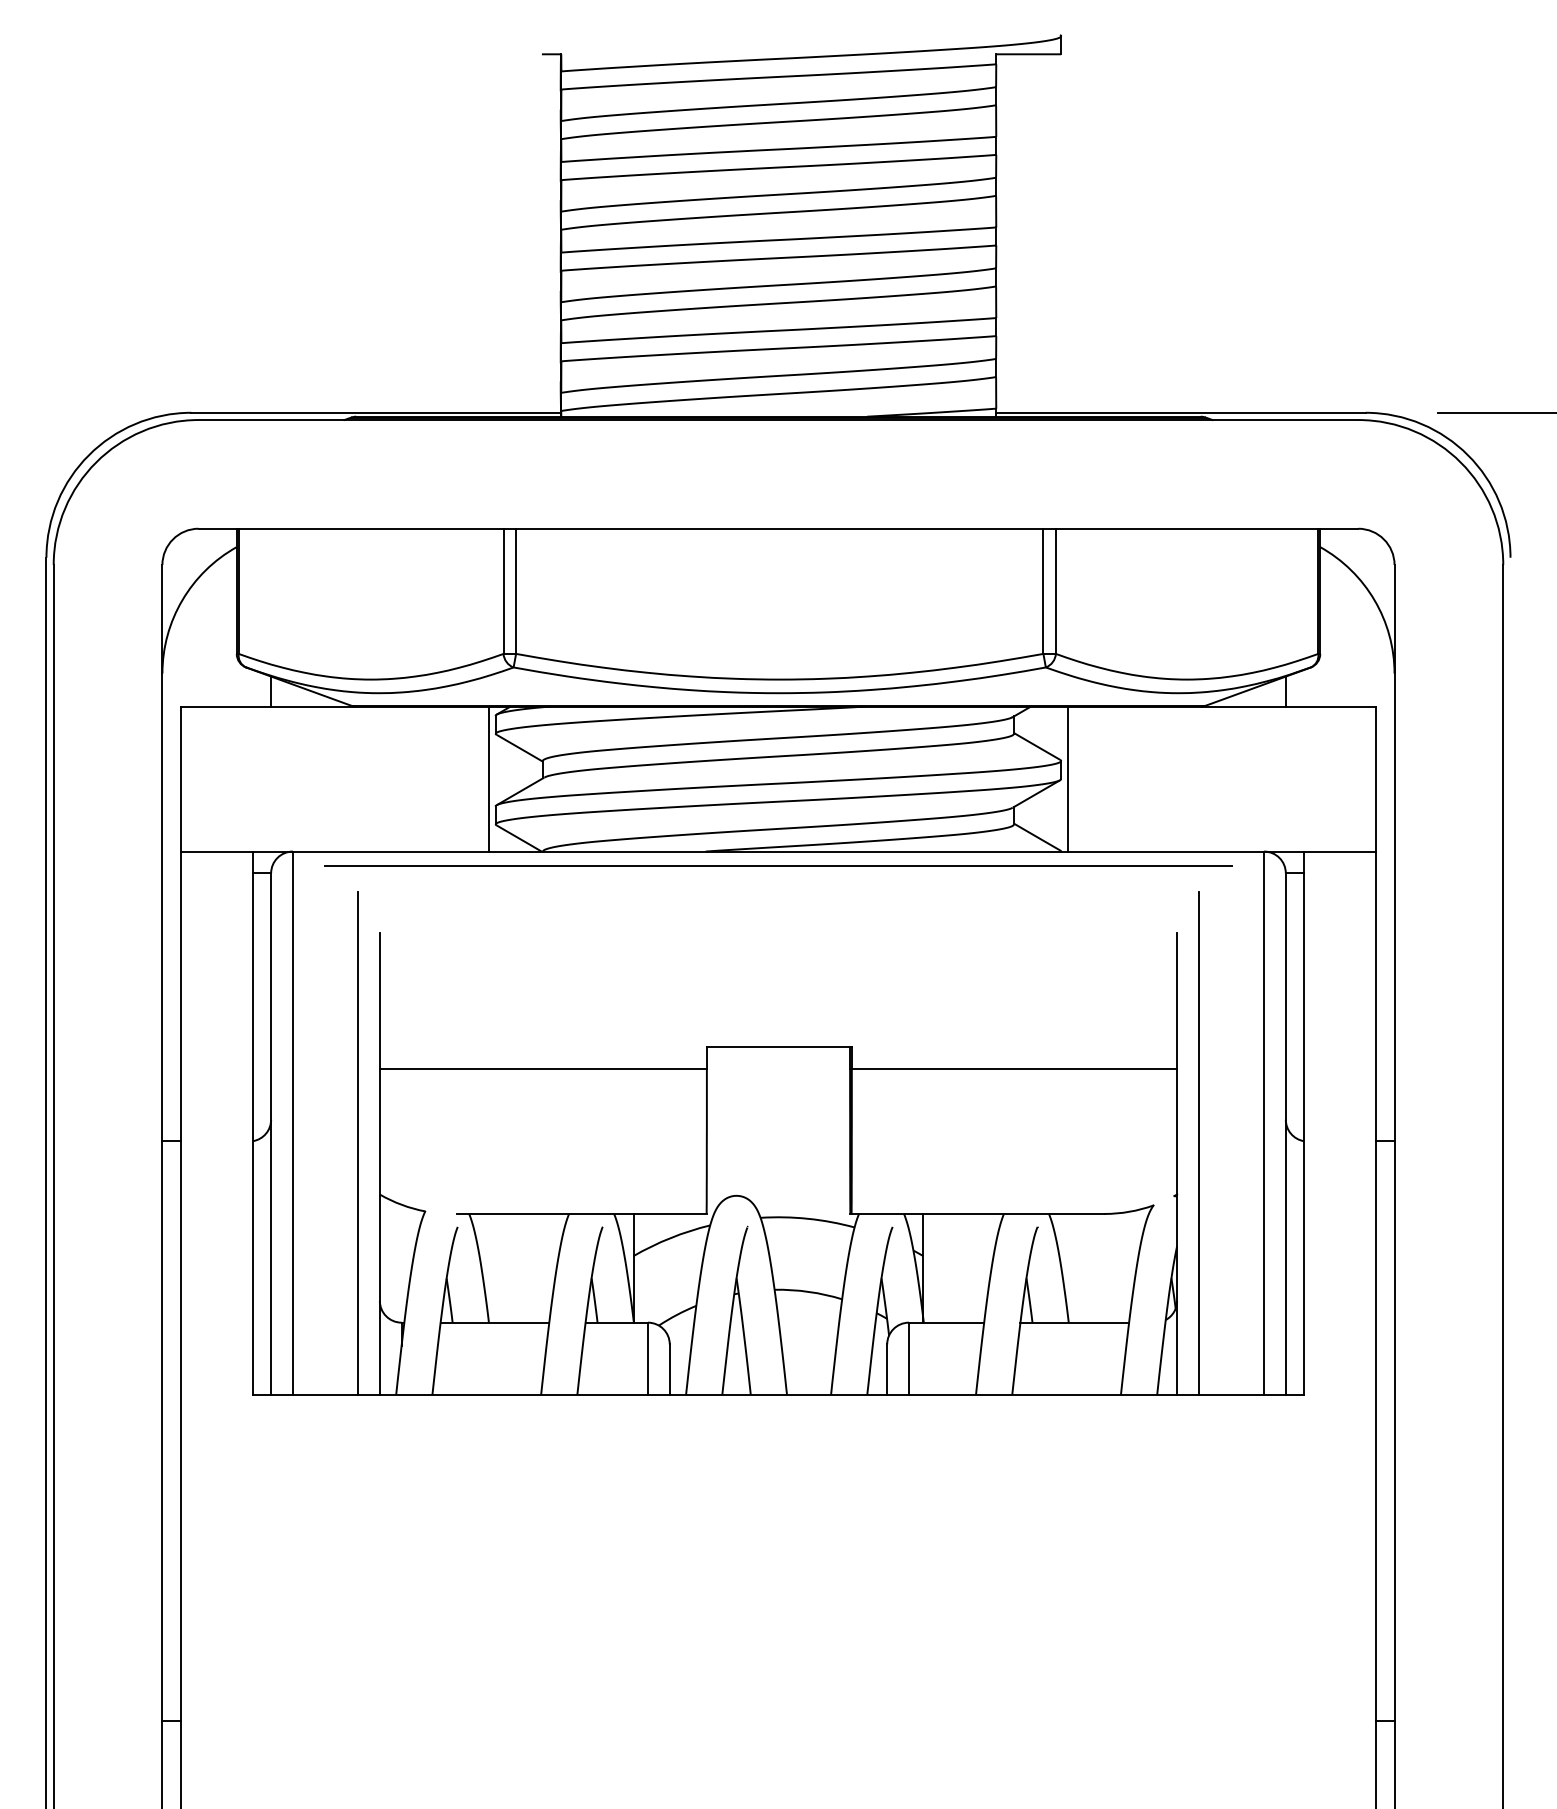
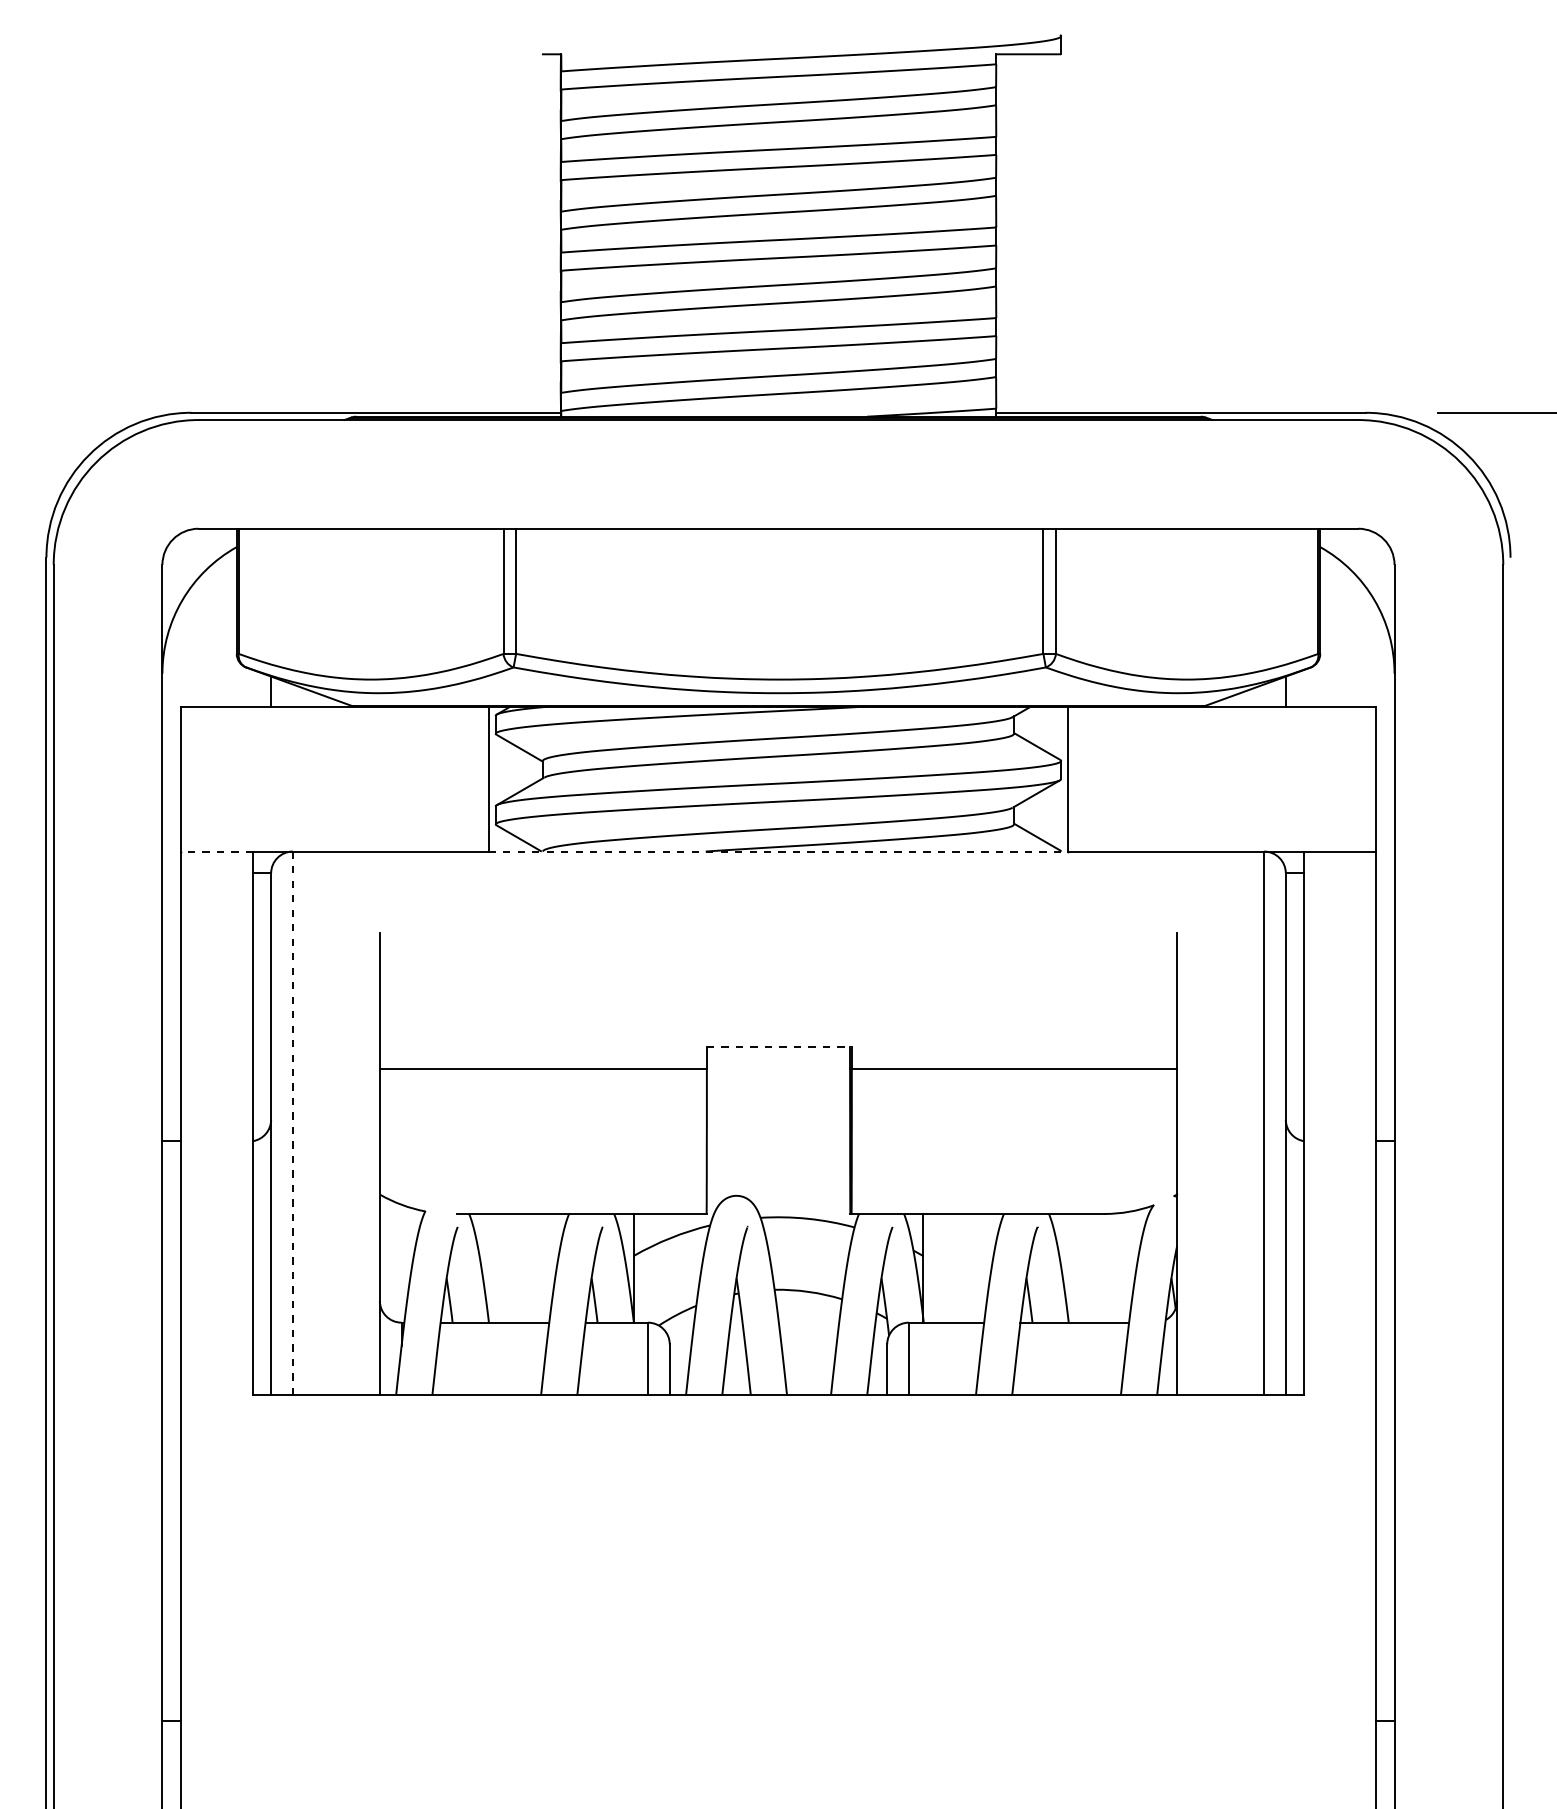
line at (216, 851): solid -> dashed
line at (778, 851): solid -> dashed
line at (778, 866): present -> none
line at (779, 1047): solid -> dashed
line at (292, 1123): solid -> dashed
line at (358, 1143): present -> none
line at (1198, 1143): present -> none
